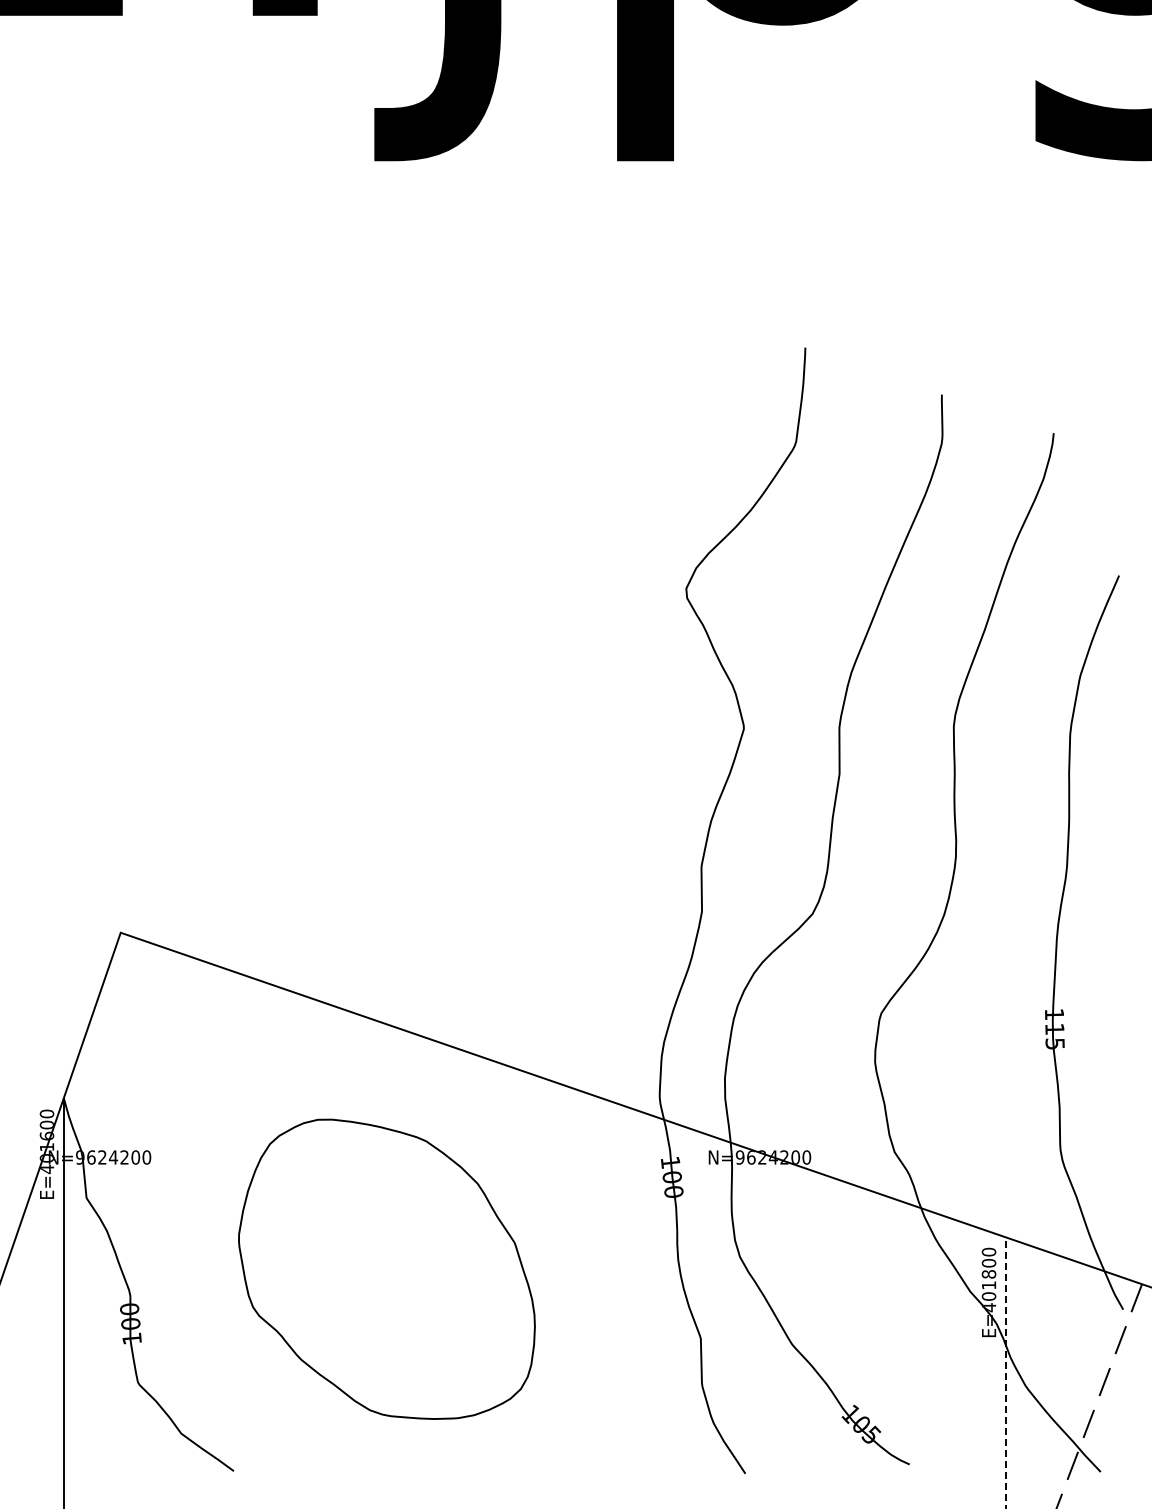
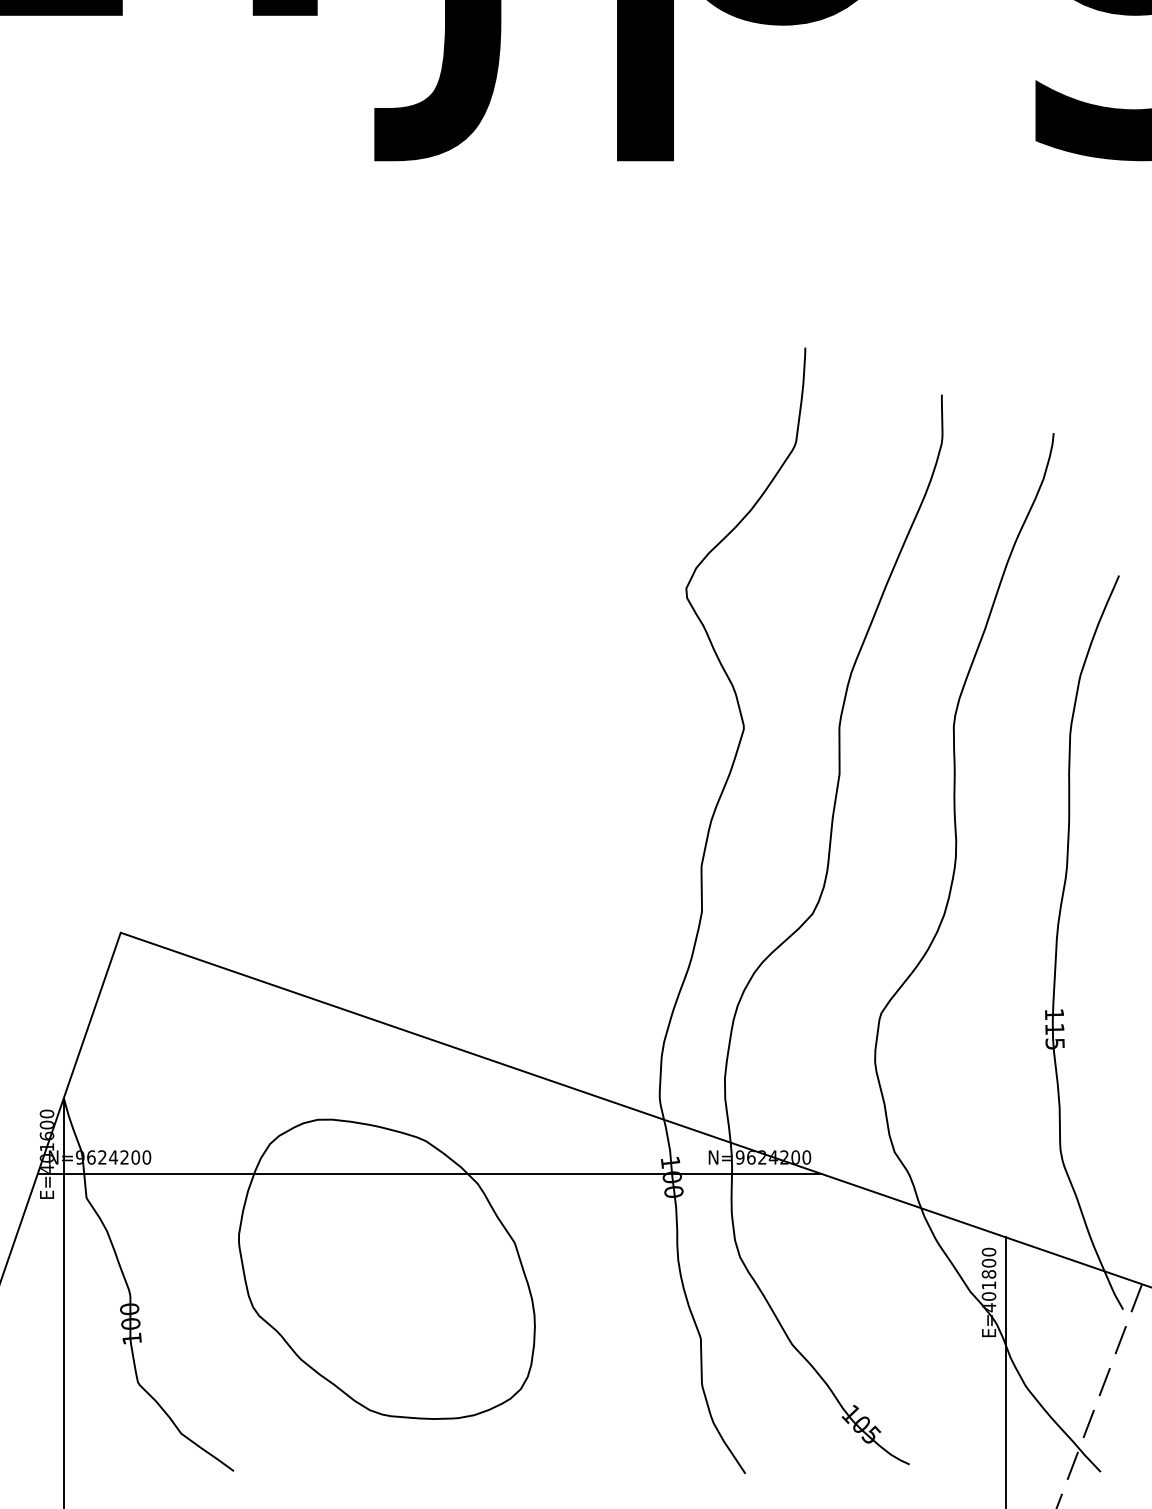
line at (429, 1174): none -> present
line at (1005, 1372): dashed -> solid
